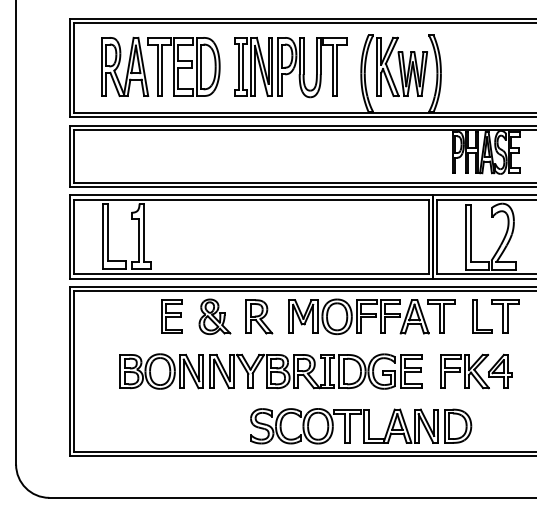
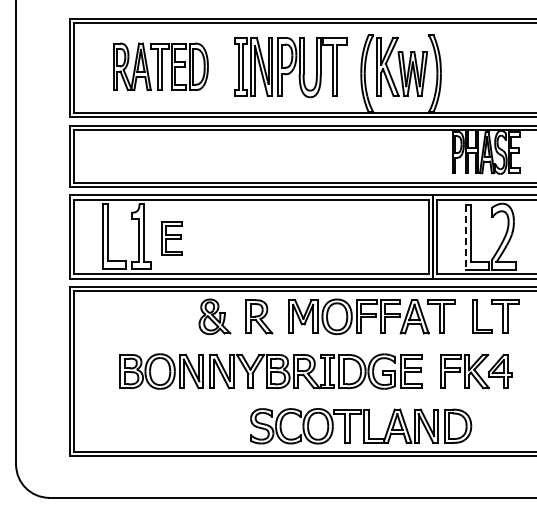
part at (160, 66) size: 120x61 px -> 96x50 px
line at (466, 238): solid -> dashed
part at (171, 316) position: (171, 316) -> (171, 238)
